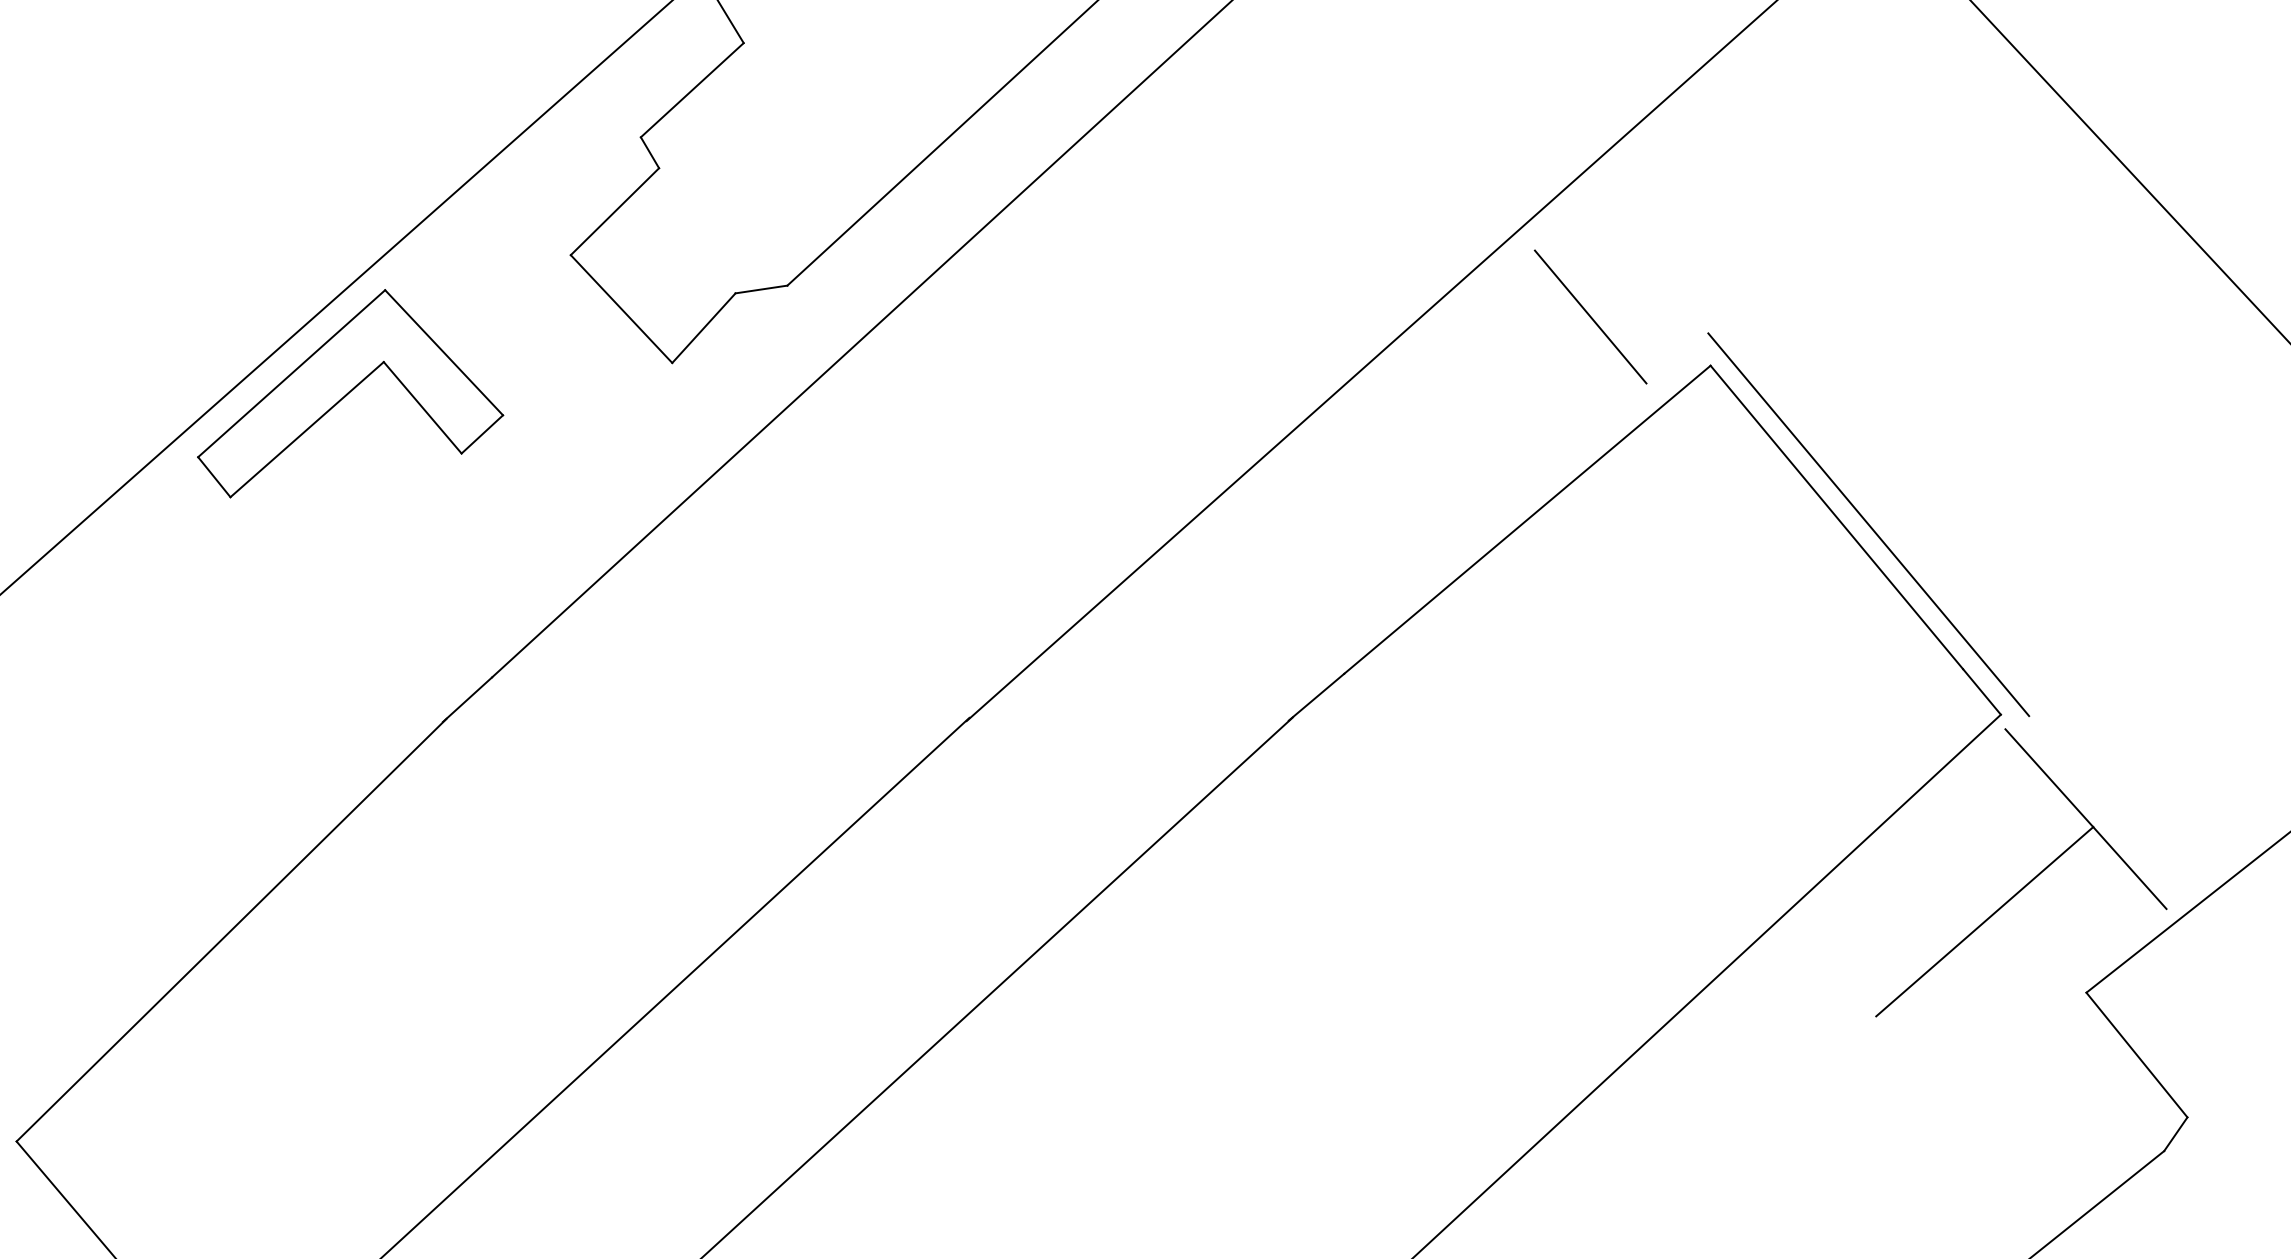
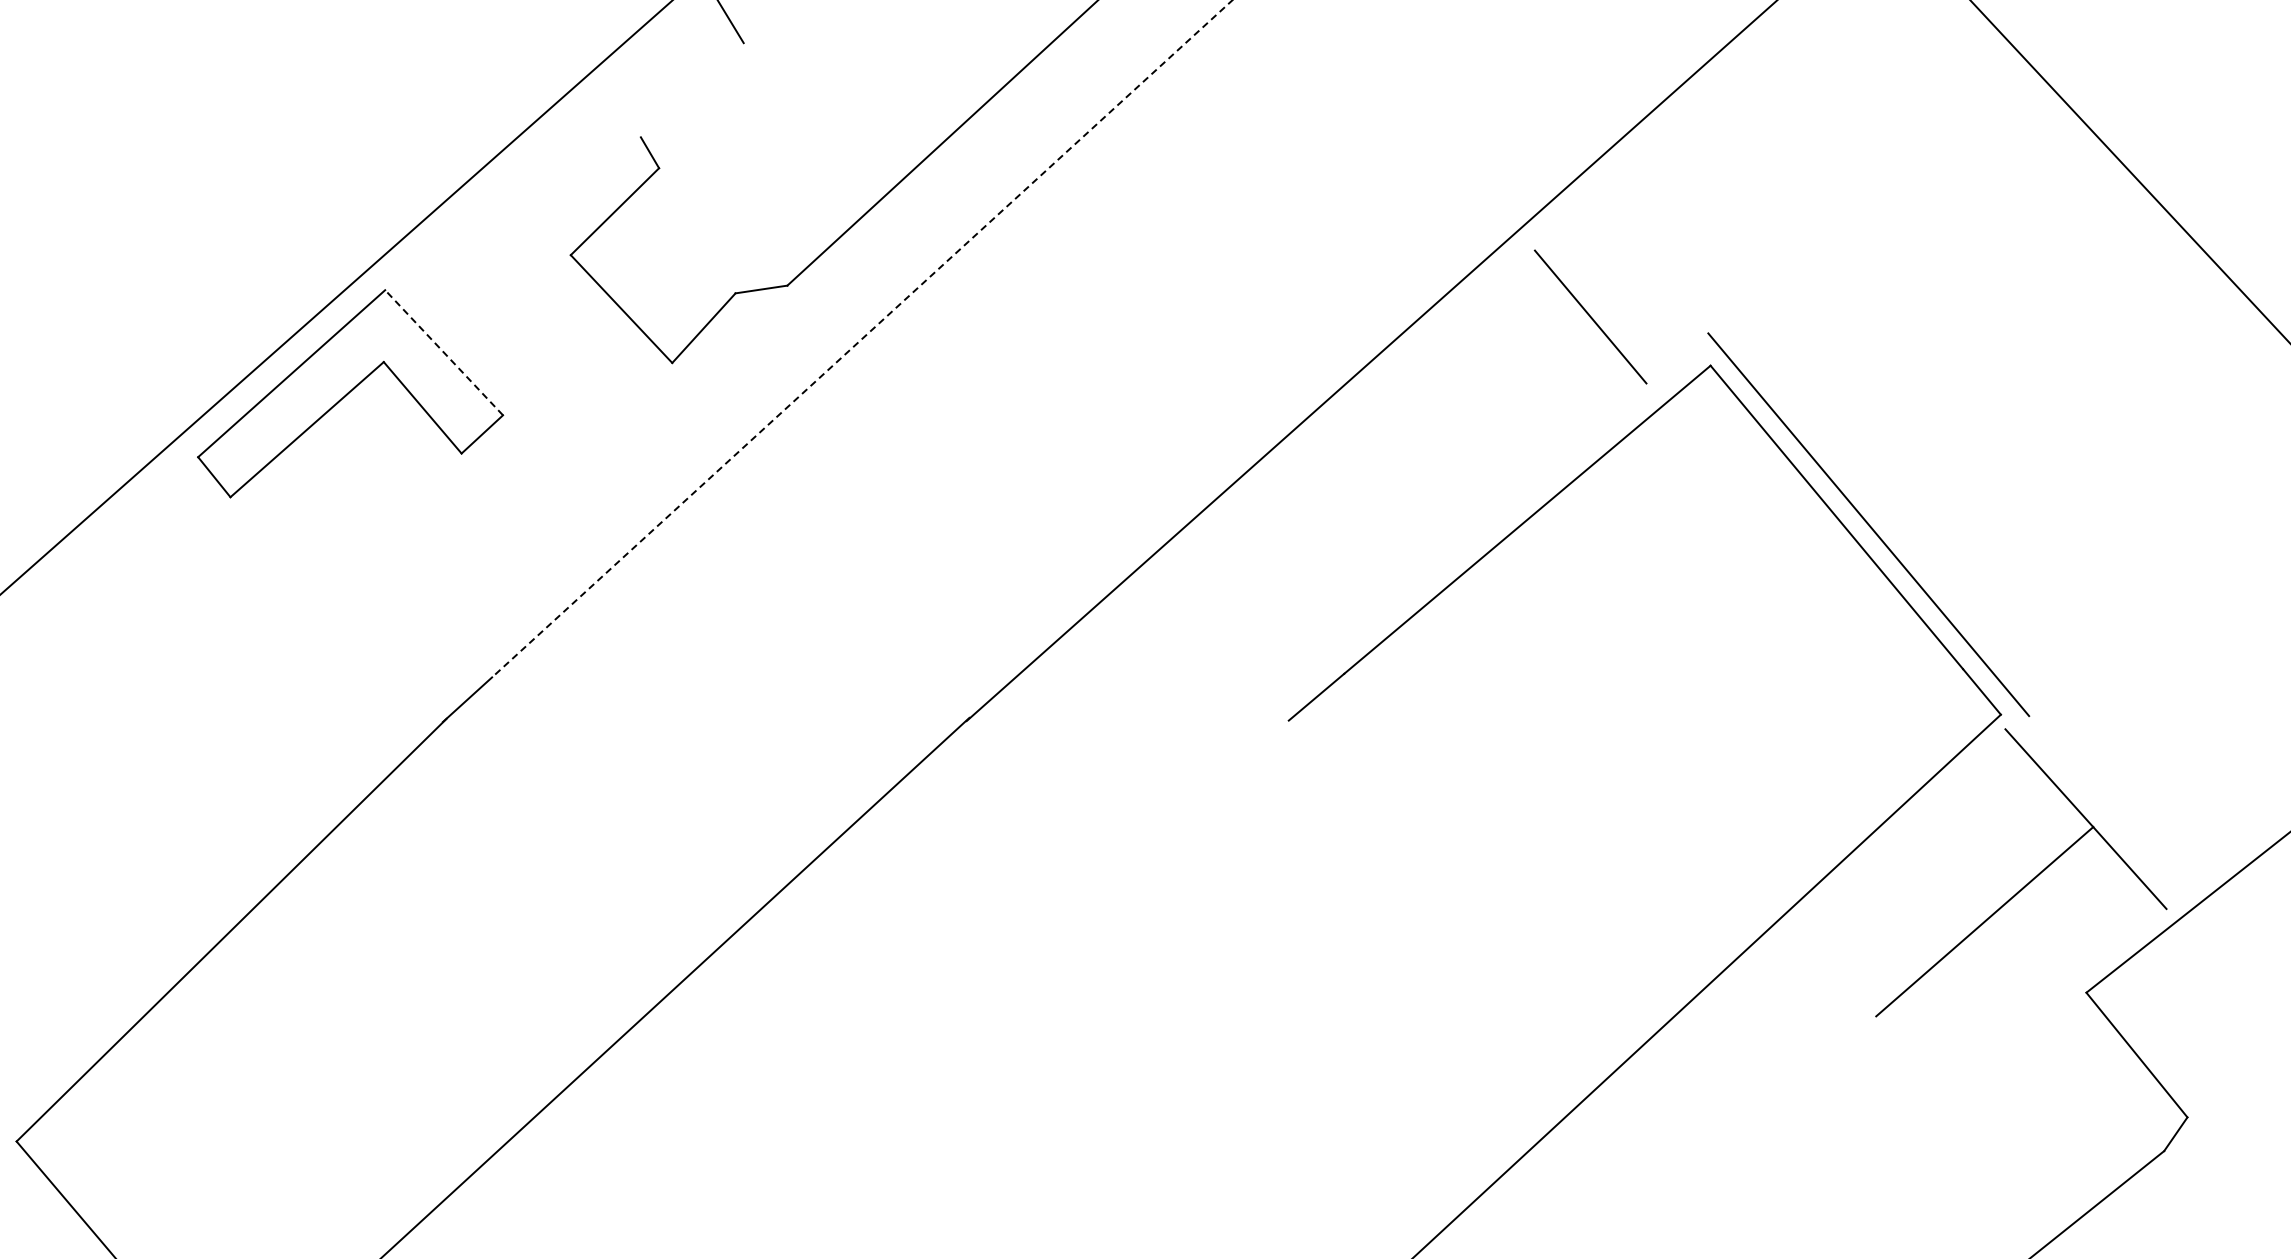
line at (691, 90): present -> none
line at (862, 338): solid -> dashed
line at (444, 352): solid -> dashed
line at (998, 986): present -> none
